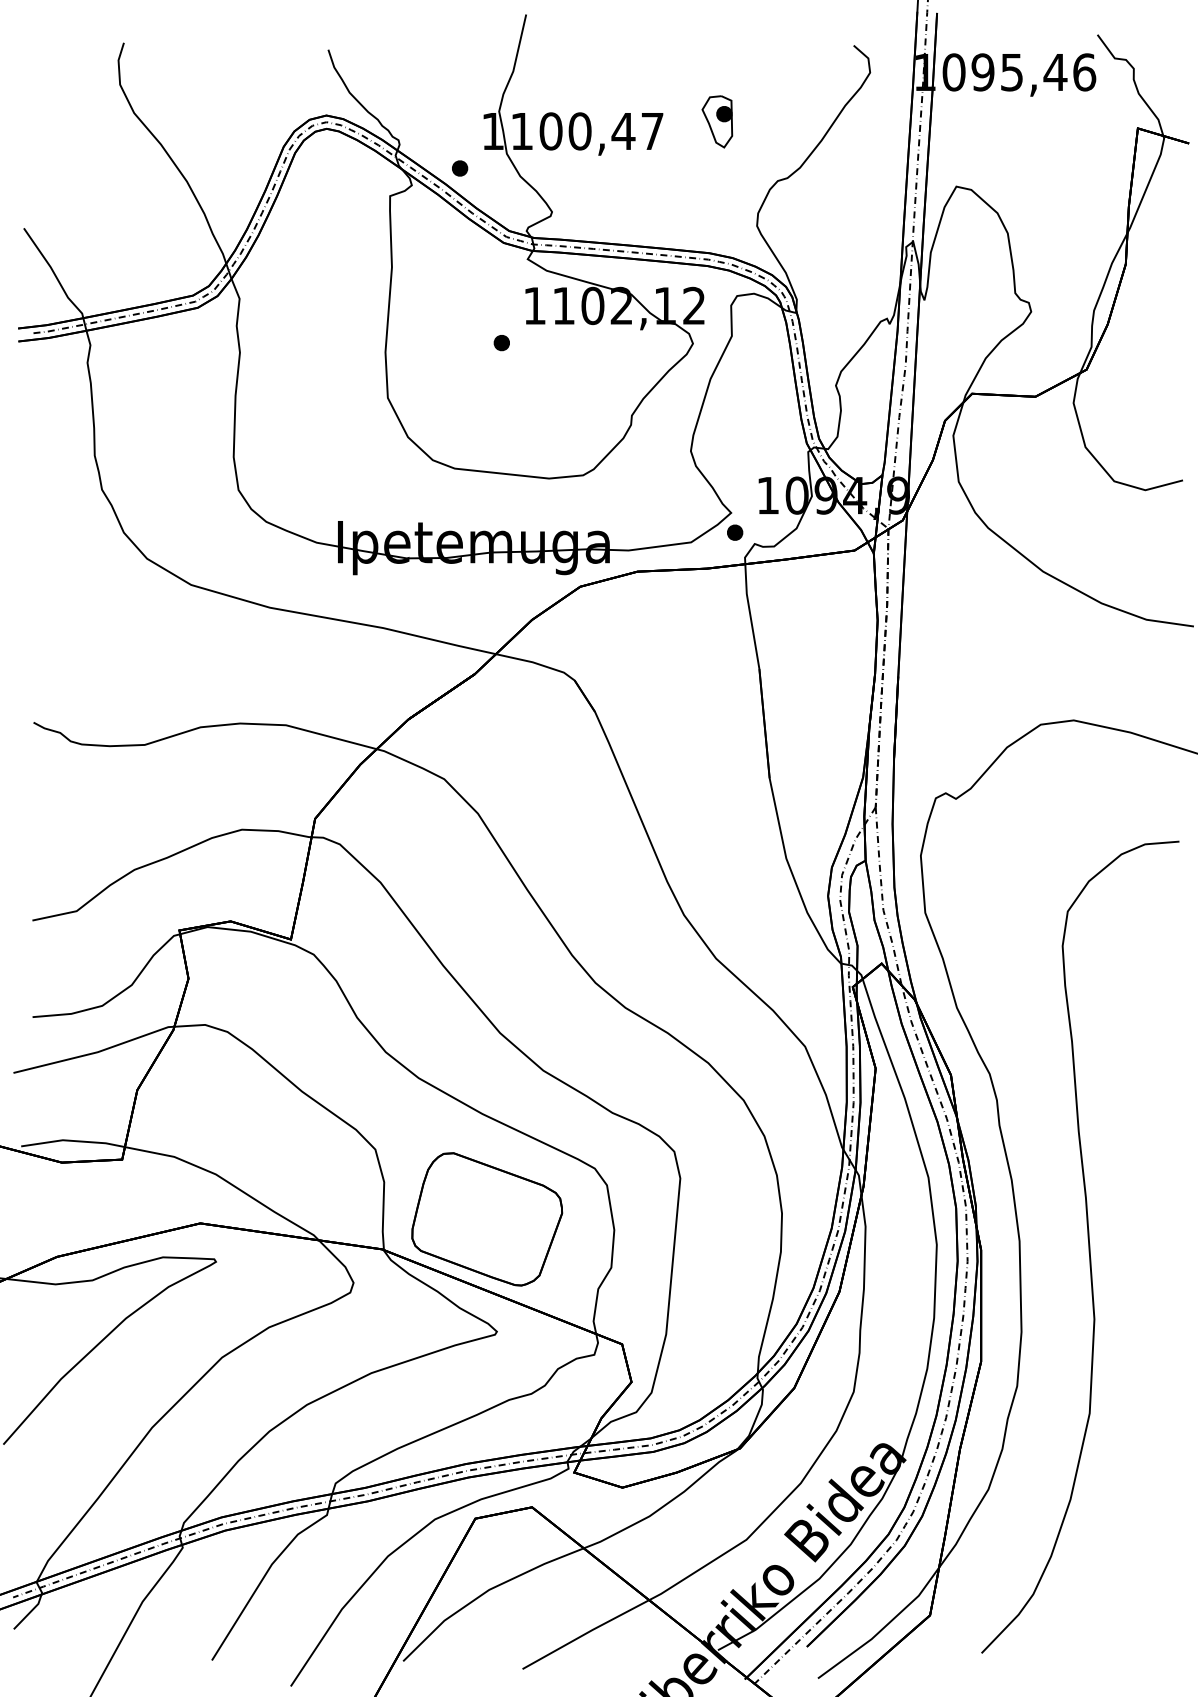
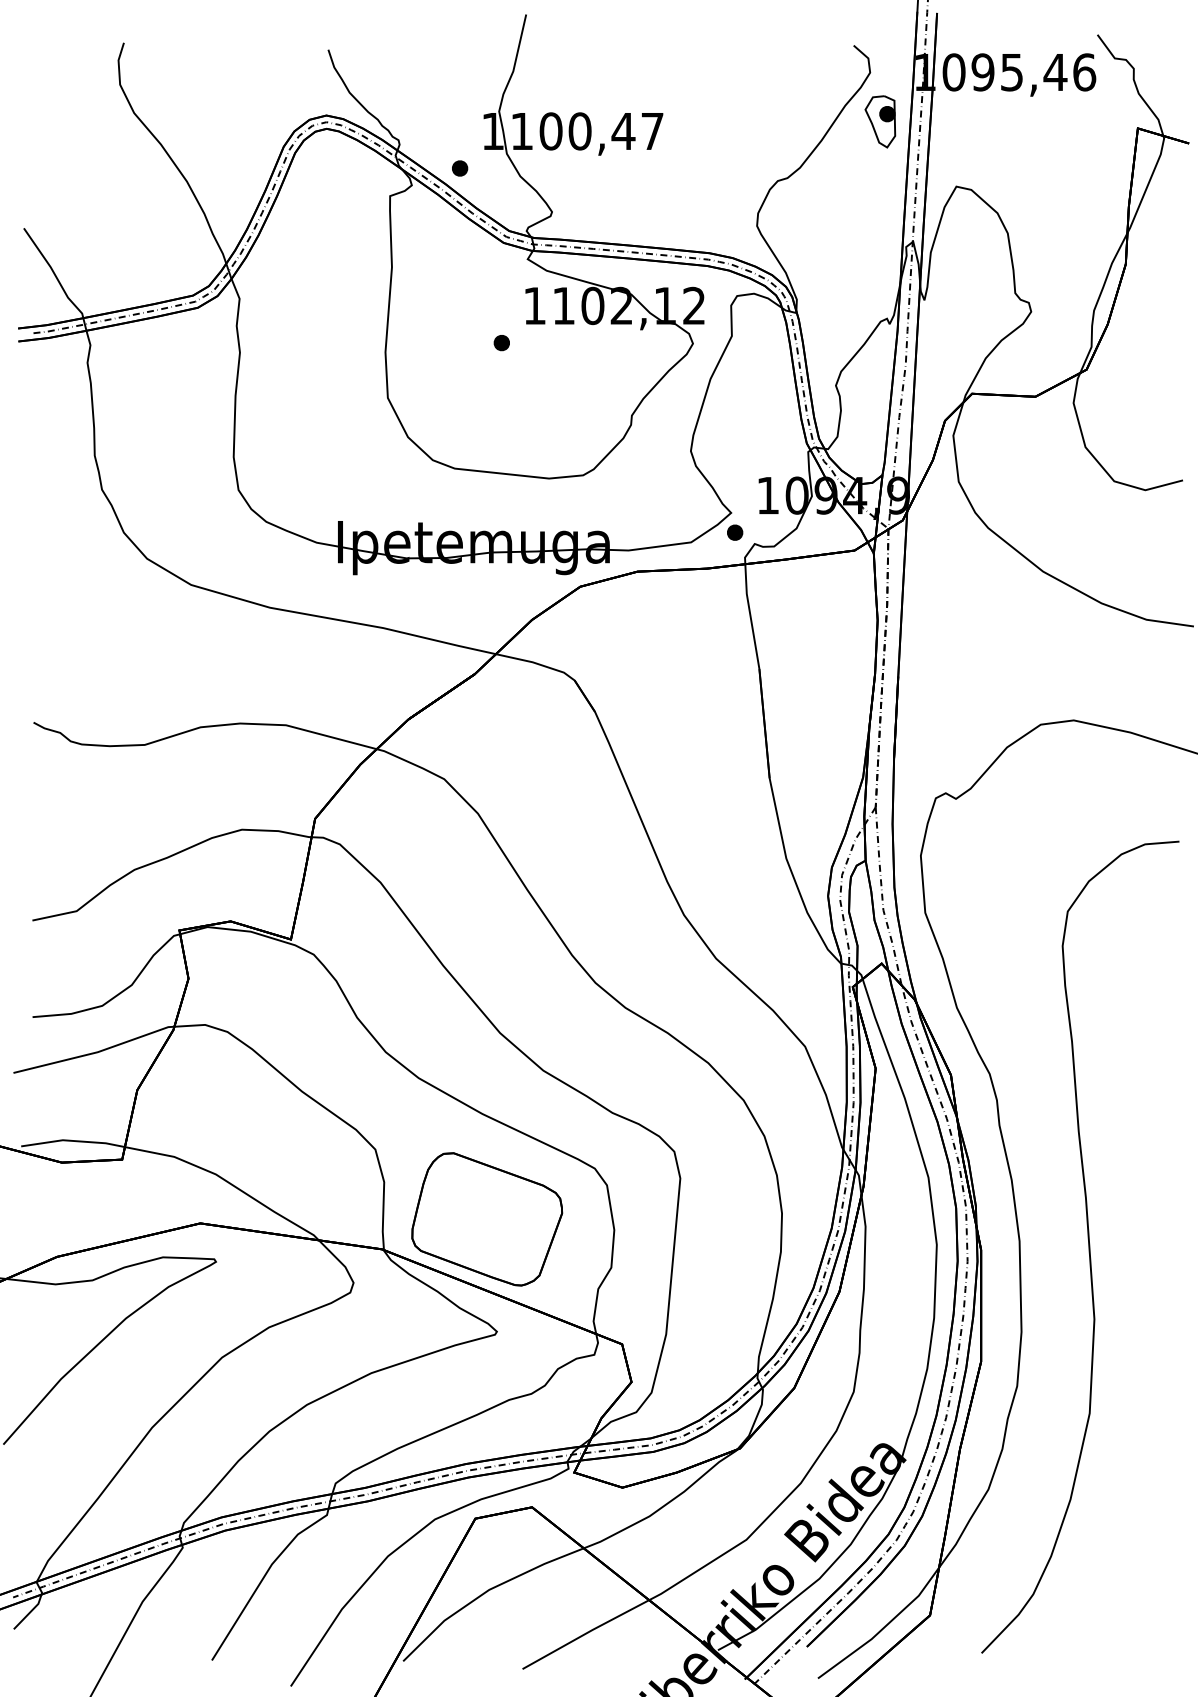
part at (717, 121) position: (717, 121) -> (880, 121)
